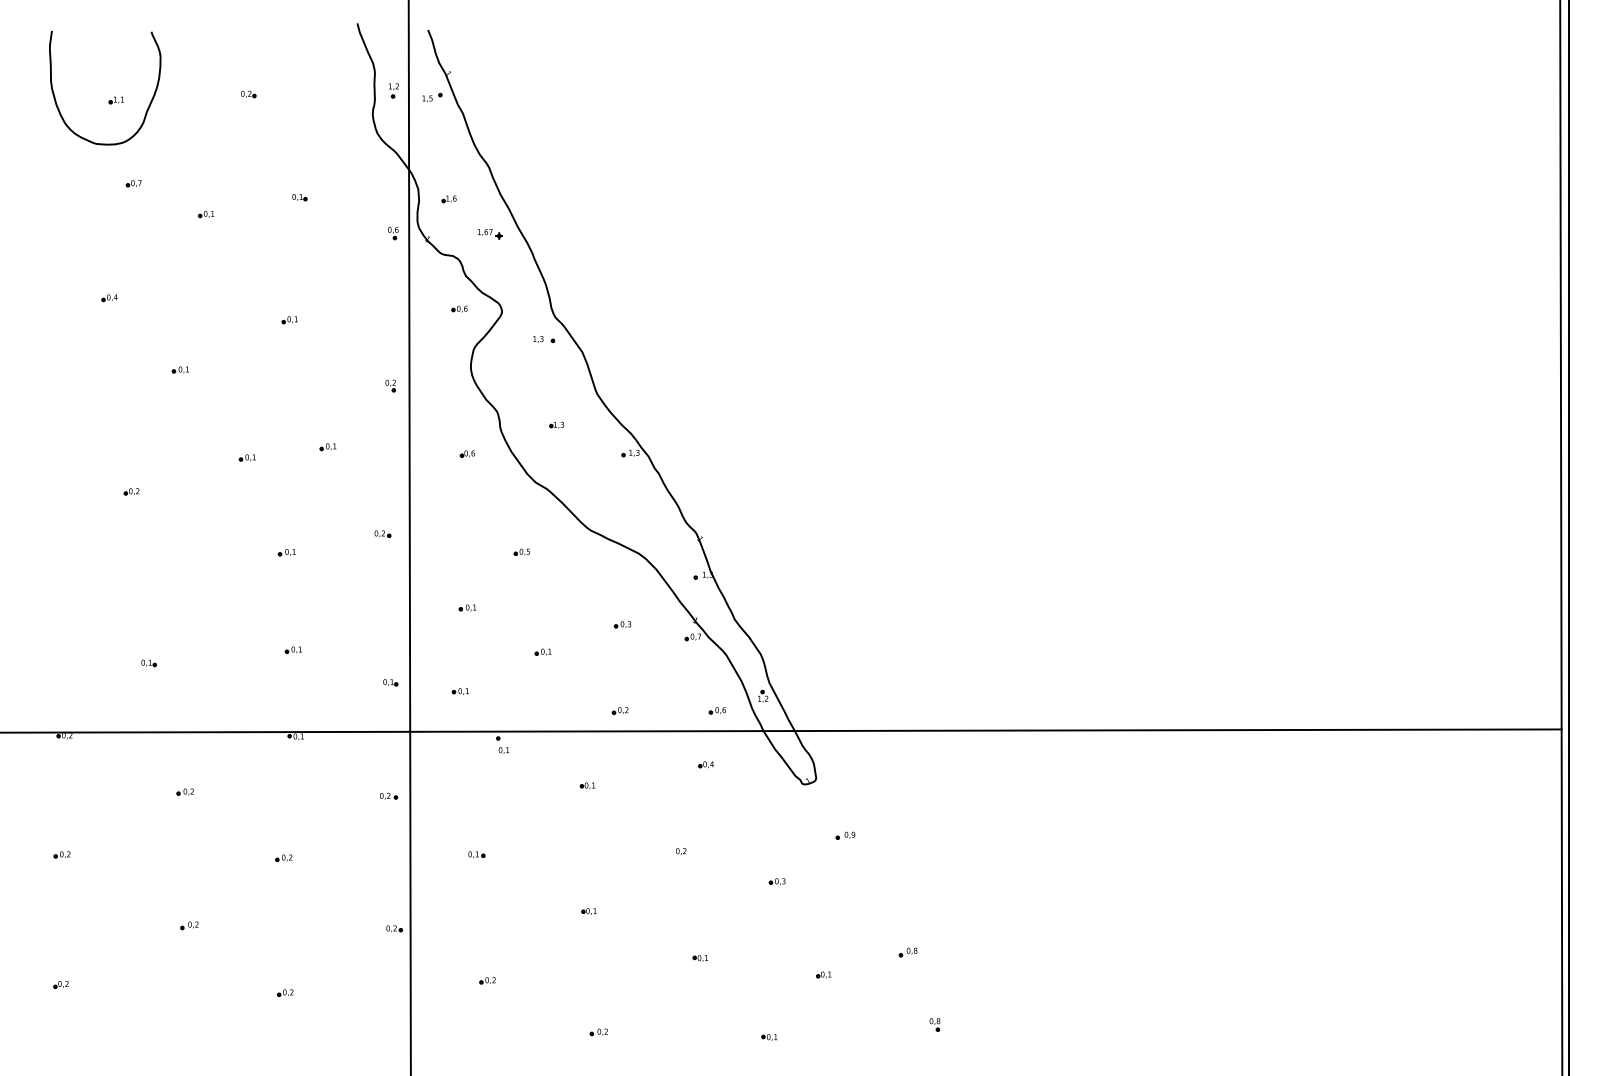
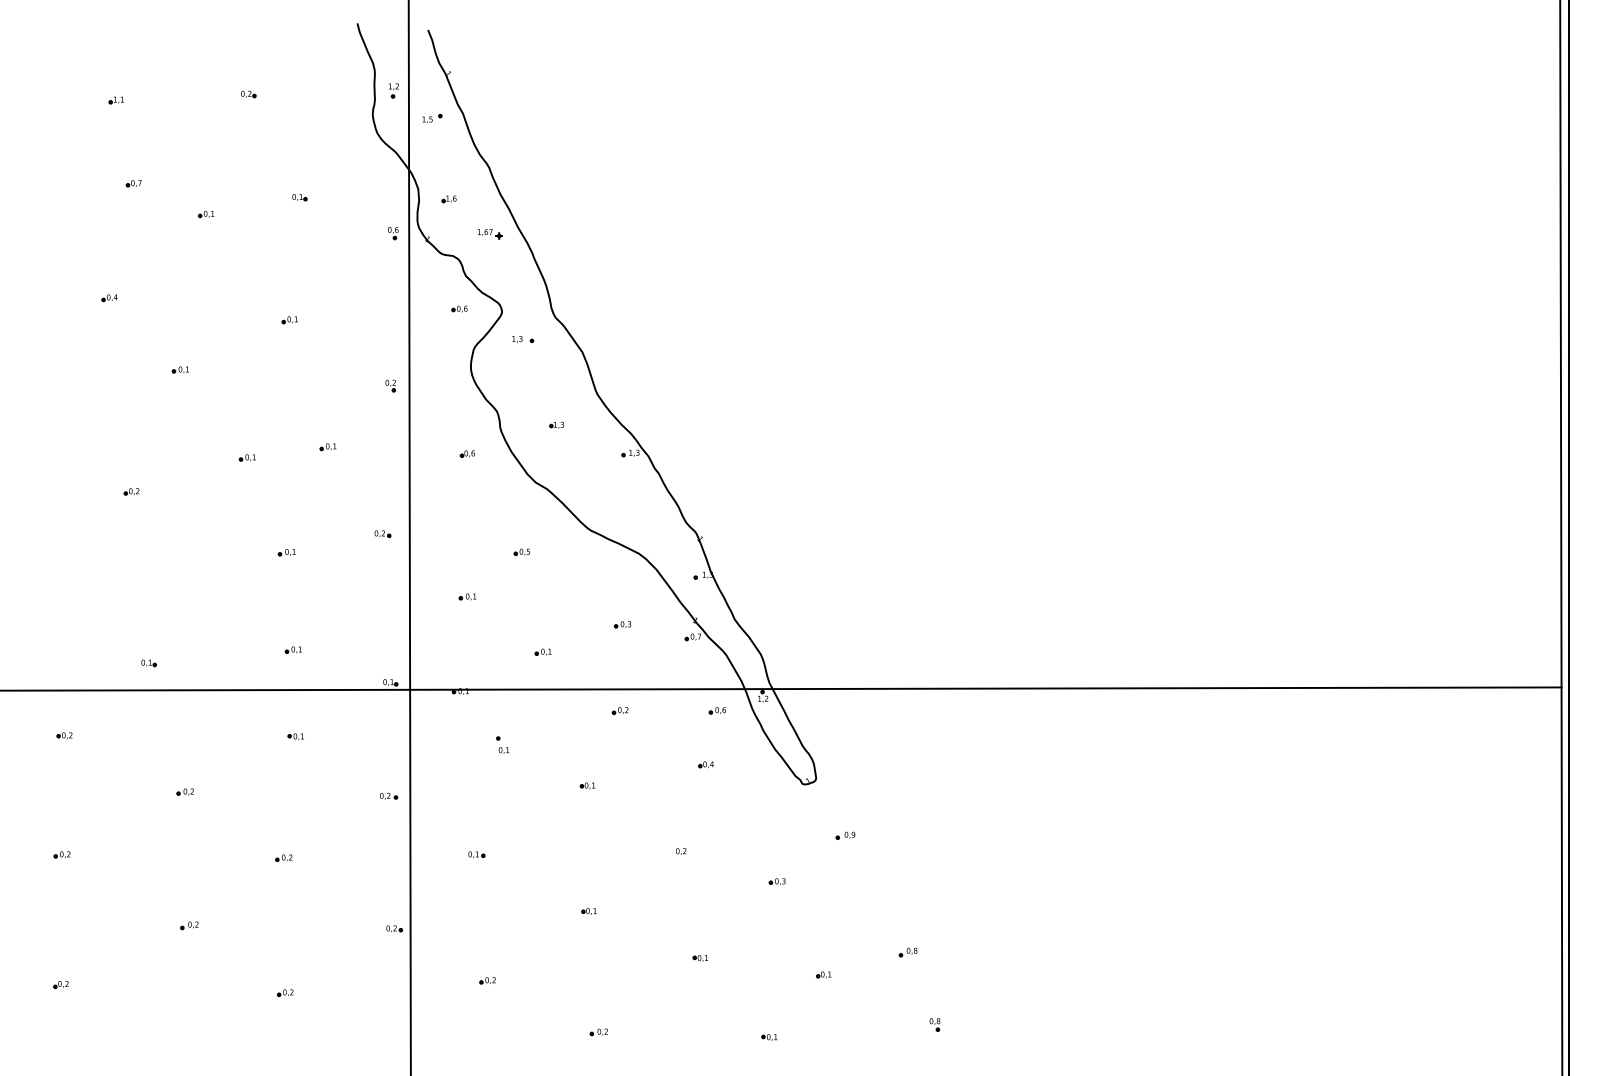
part at (432, 97) position: (432, 97) -> (432, 118)
curve at (147, 107): present -> none
part at (544, 339) position: (544, 339) -> (523, 339)
part at (467, 607) position: (467, 607) -> (467, 596)
line at (781, 730) position: (781, 730) -> (781, 688)
